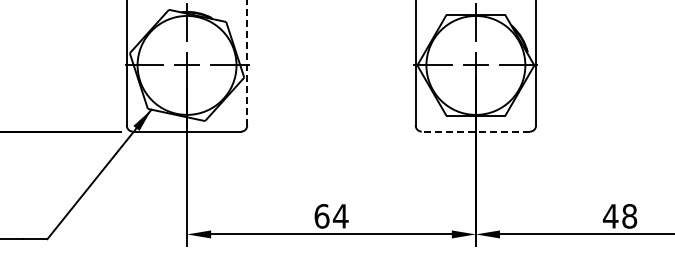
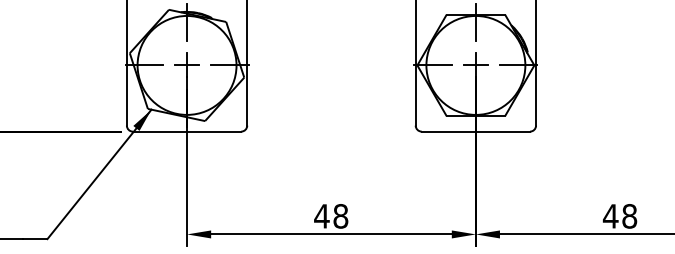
line at (247, 62): dashed -> solid
line at (475, 131): dashed -> solid
text at (331, 216): 64 -> 48
